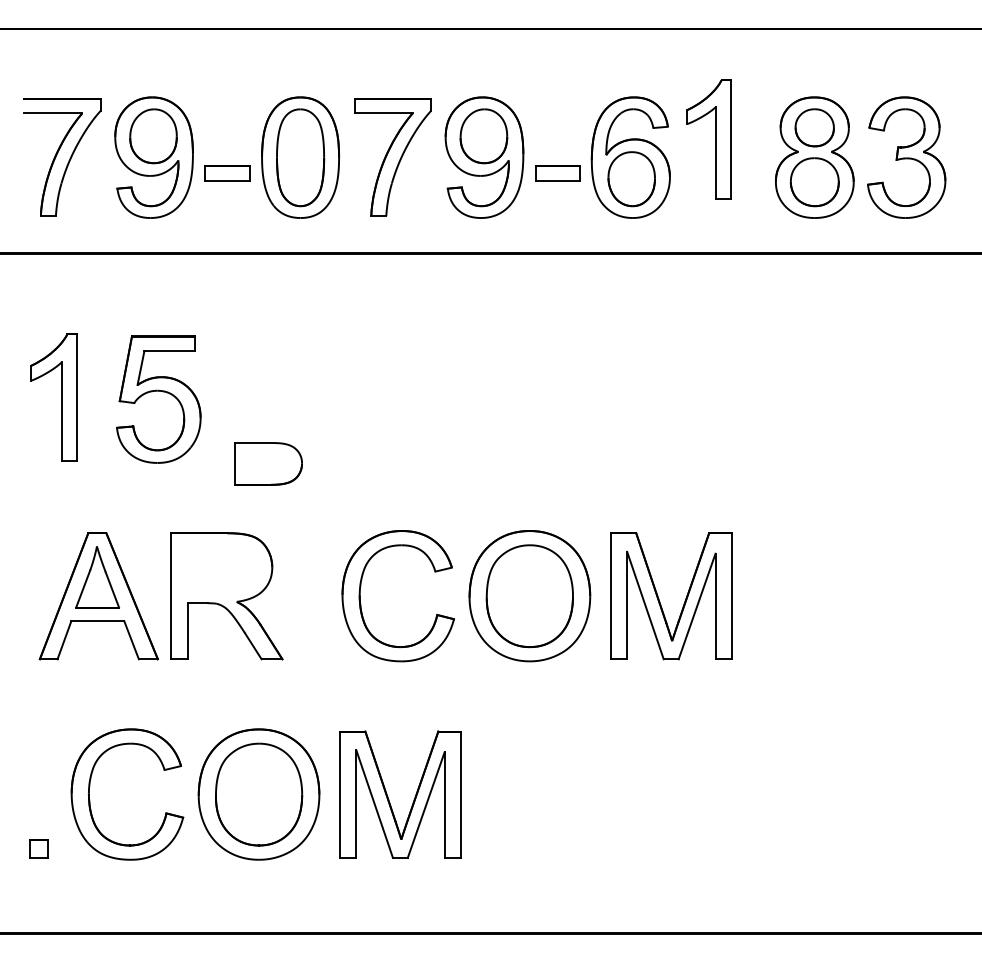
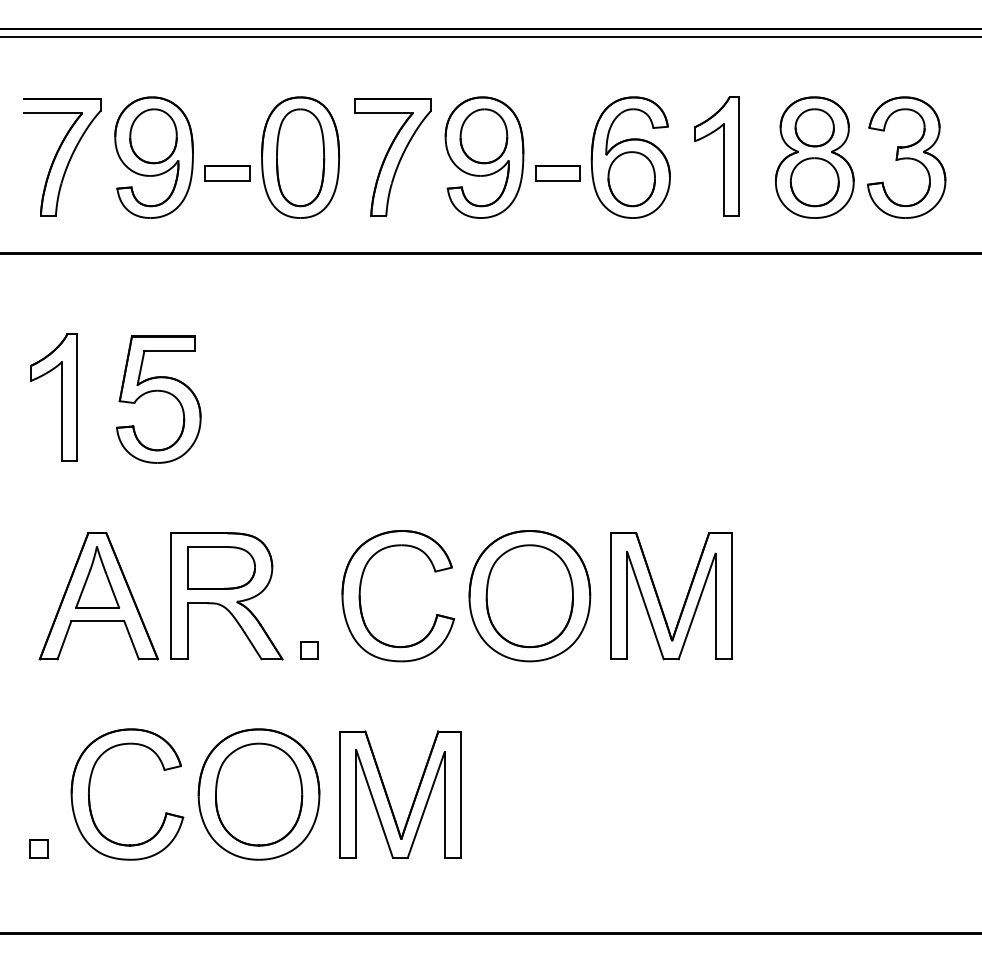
line at (490, 36): none -> present
part at (715, 139) position: (715, 139) -> (723, 156)
part at (268, 463) position: (268, 463) -> (221, 567)
part at (309, 650): none -> present
